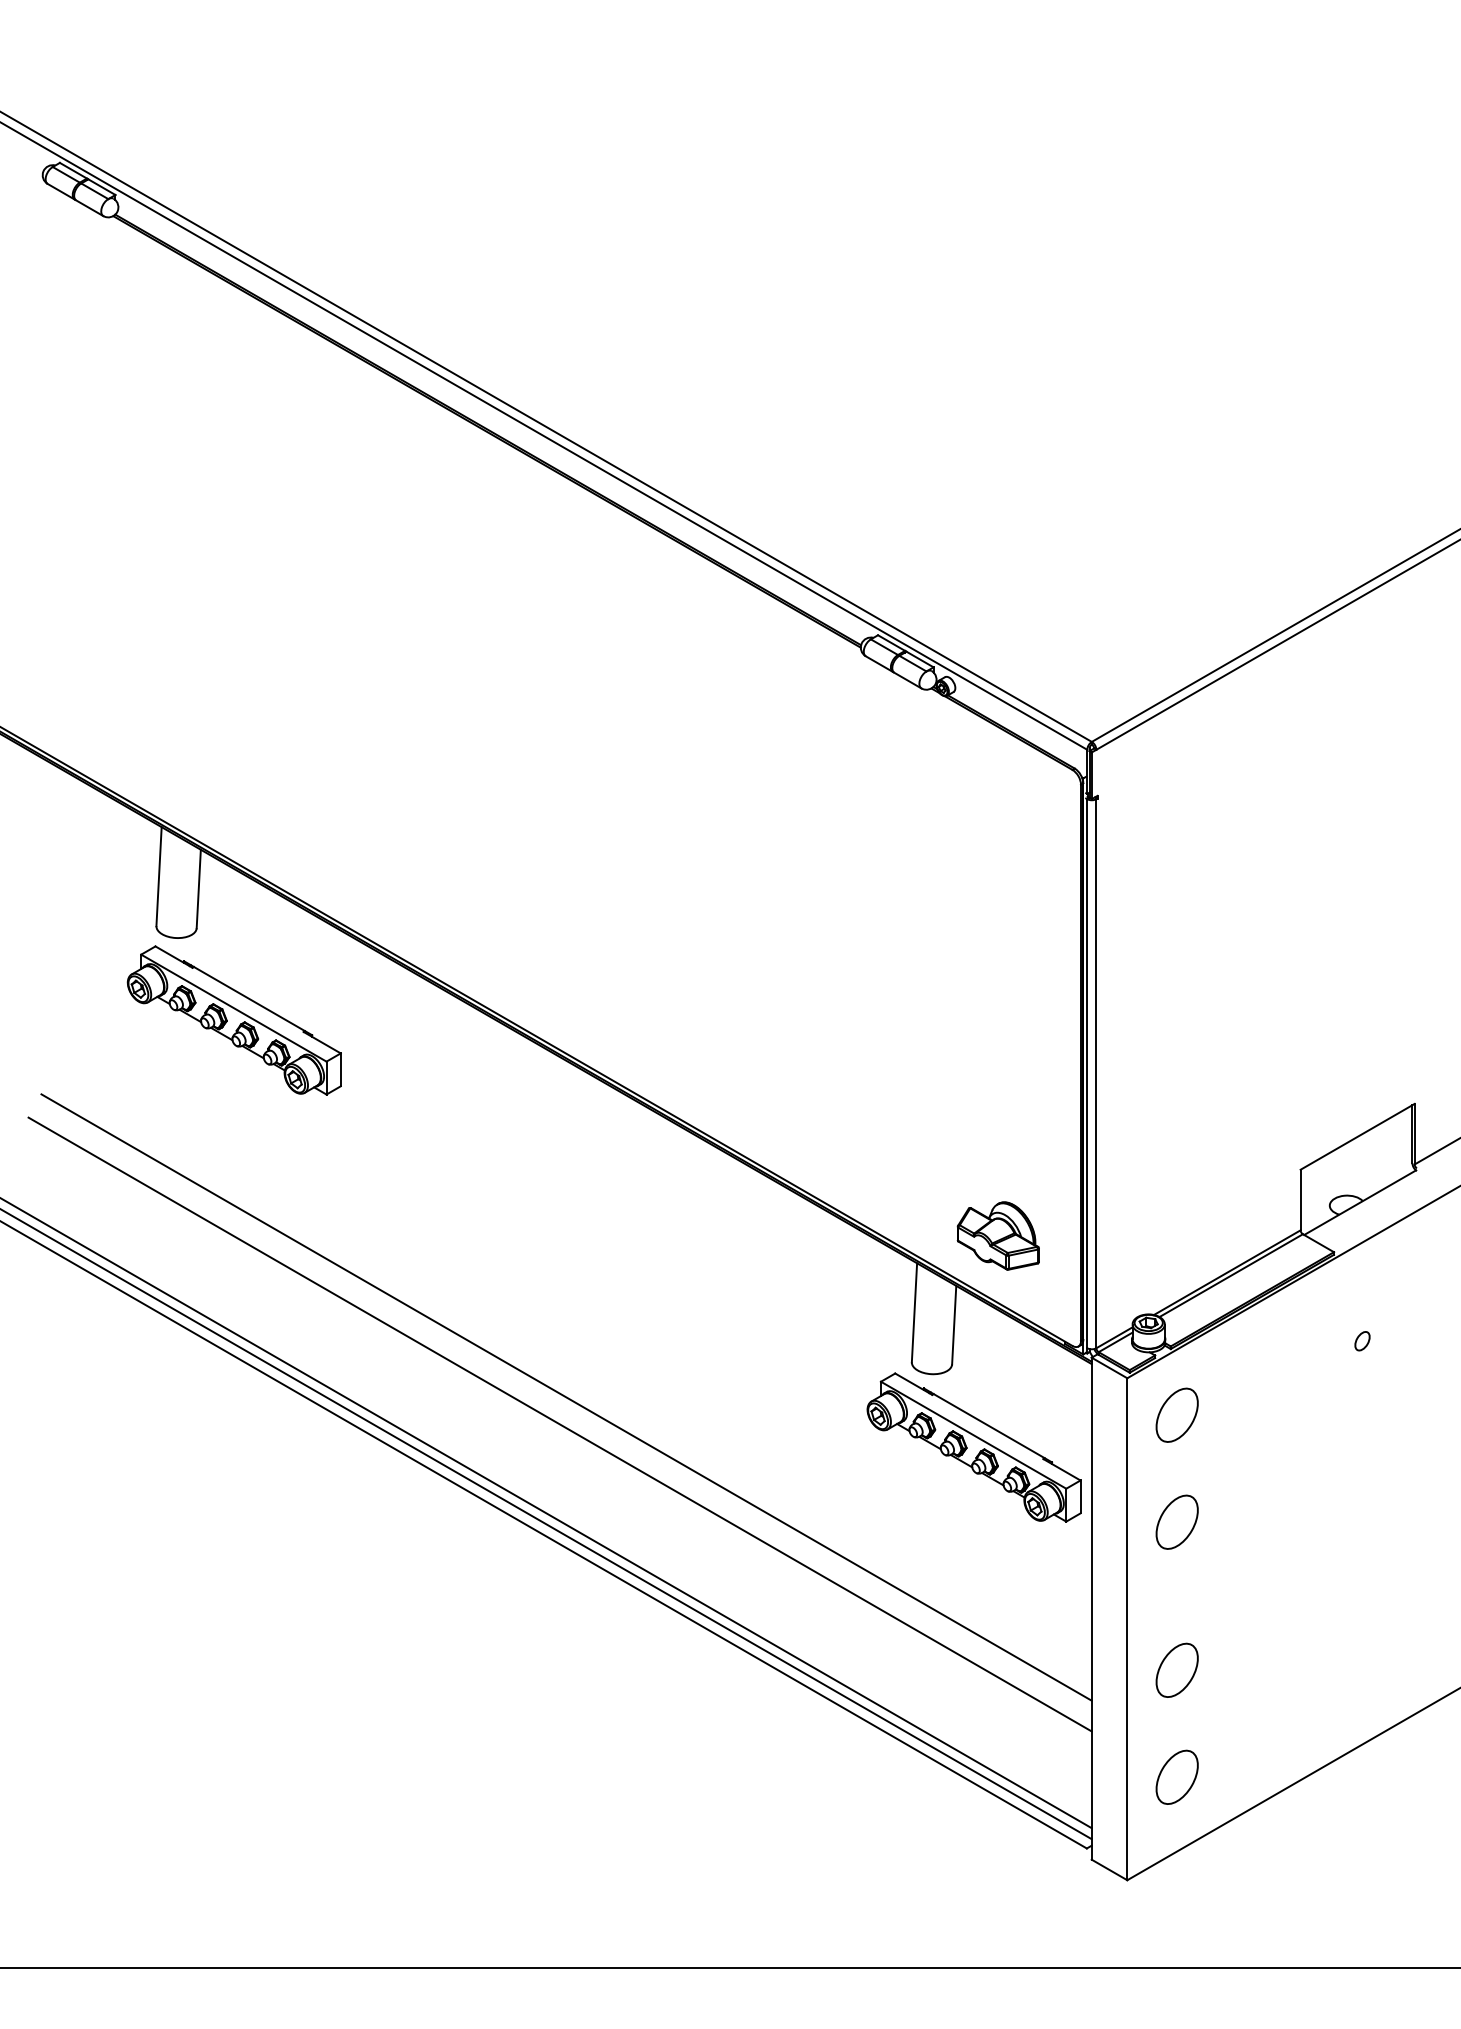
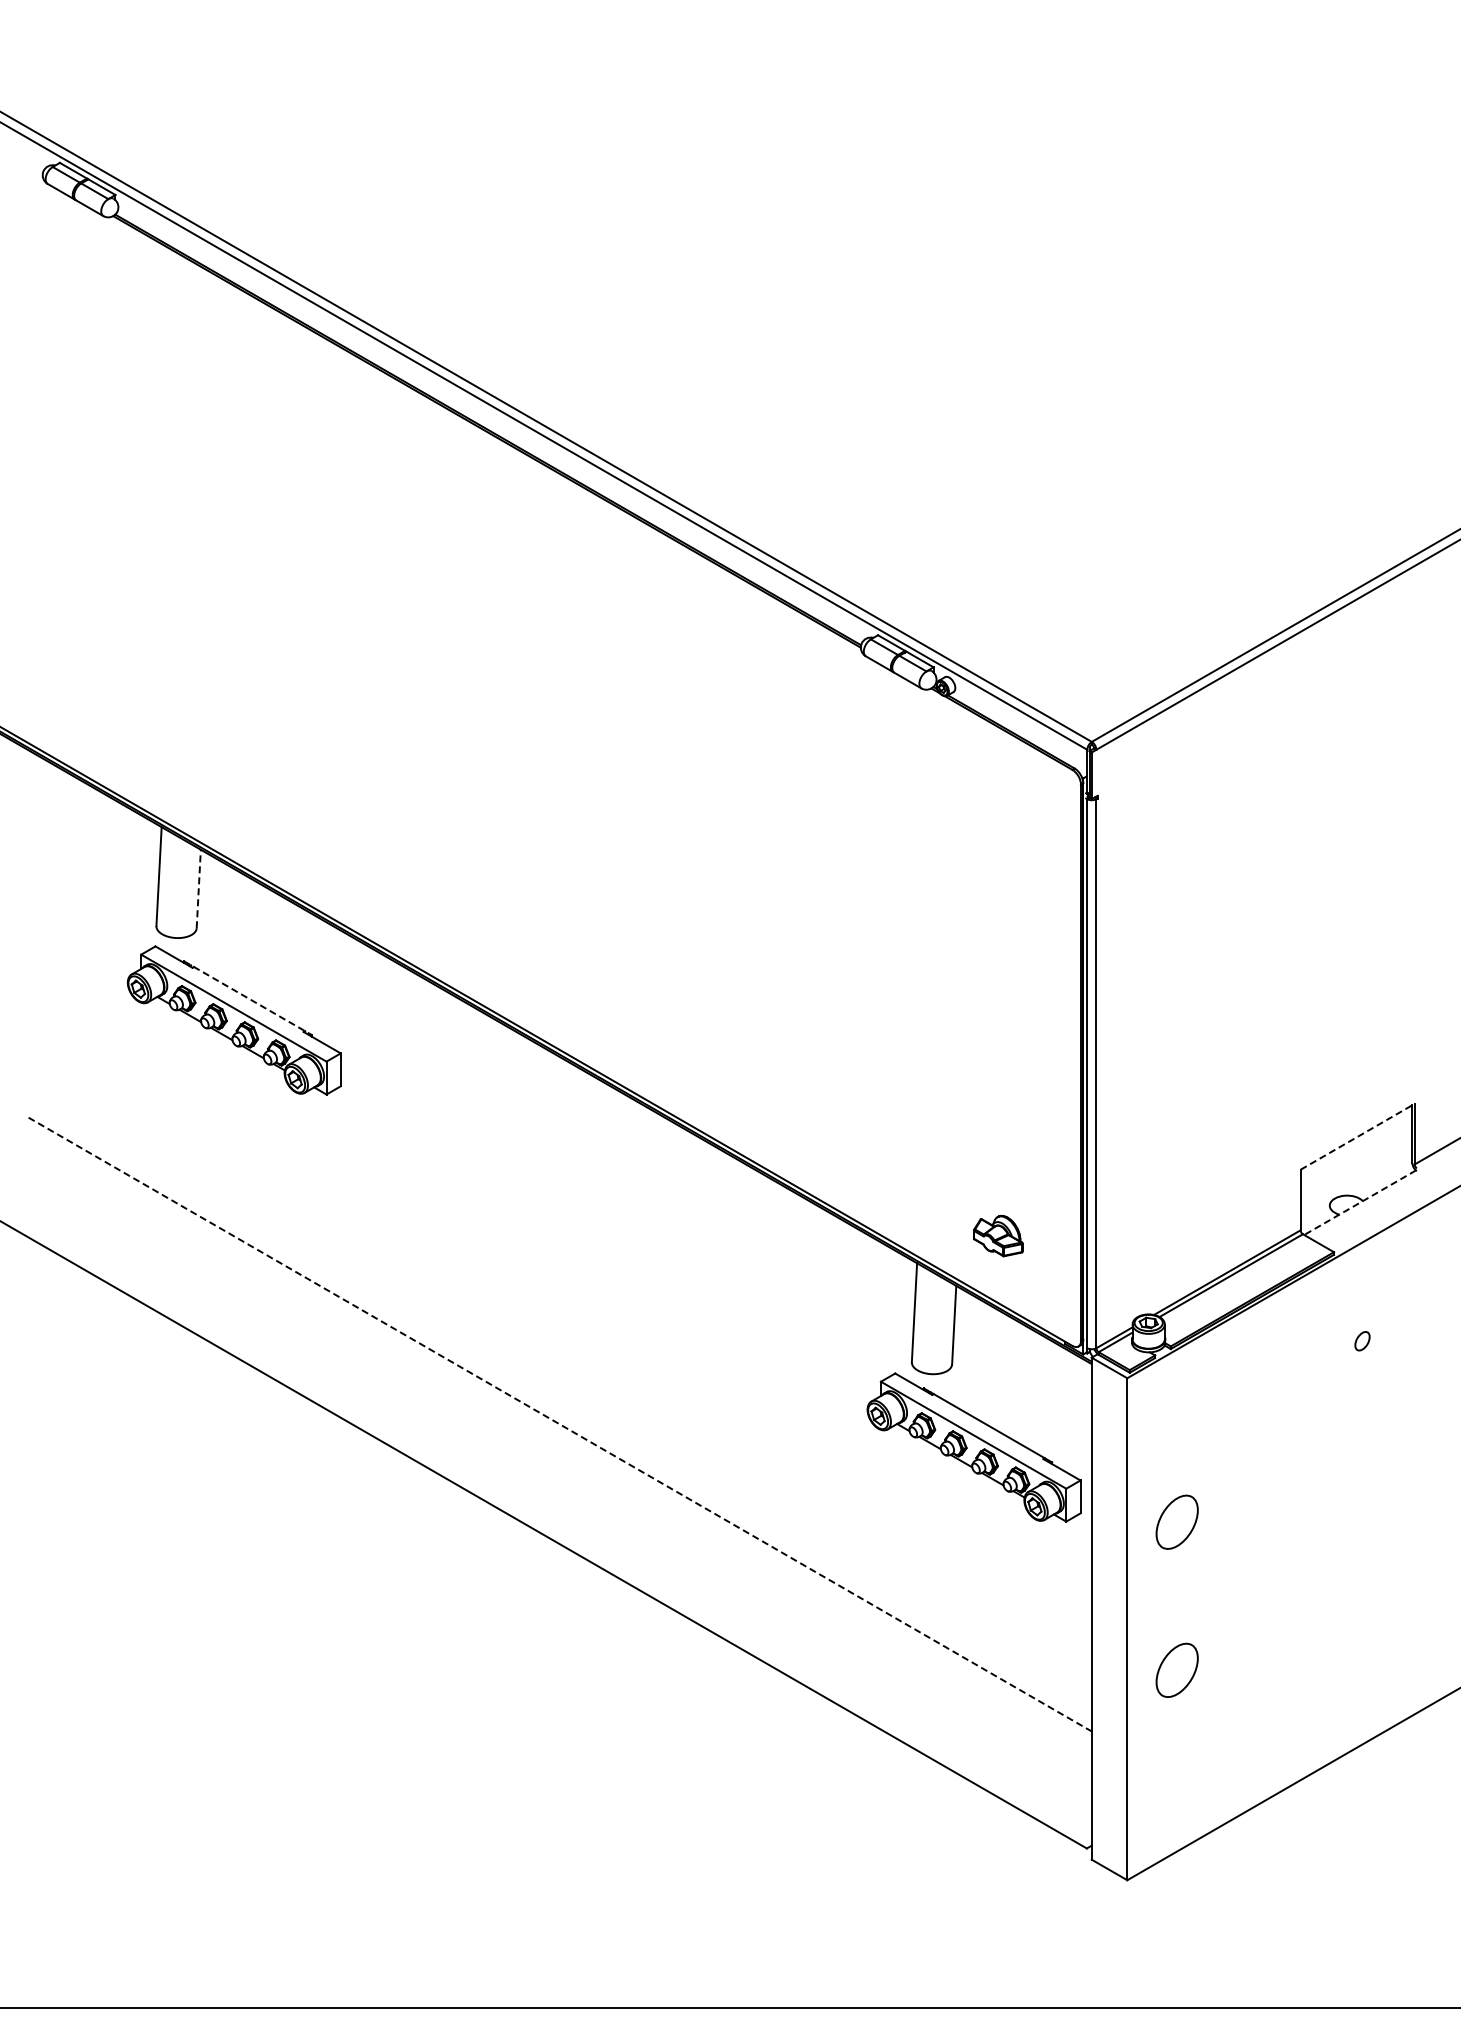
line at (198, 888): solid -> dashed
line at (248, 998): solid -> dashed
line at (1357, 1136): solid -> dashed
line at (1360, 1202): solid -> dashed
part at (997, 1235) size: 84x70 px -> 51x44 px
line at (566, 1397): present -> none
part at (1176, 1414): present -> none
line at (560, 1424): solid -> dashed
line at (546, 1513): present -> none
line at (546, 1524): present -> none
part at (1176, 1776): present -> none
line at (729, 1968) position: (729, 1968) -> (729, 2008)
